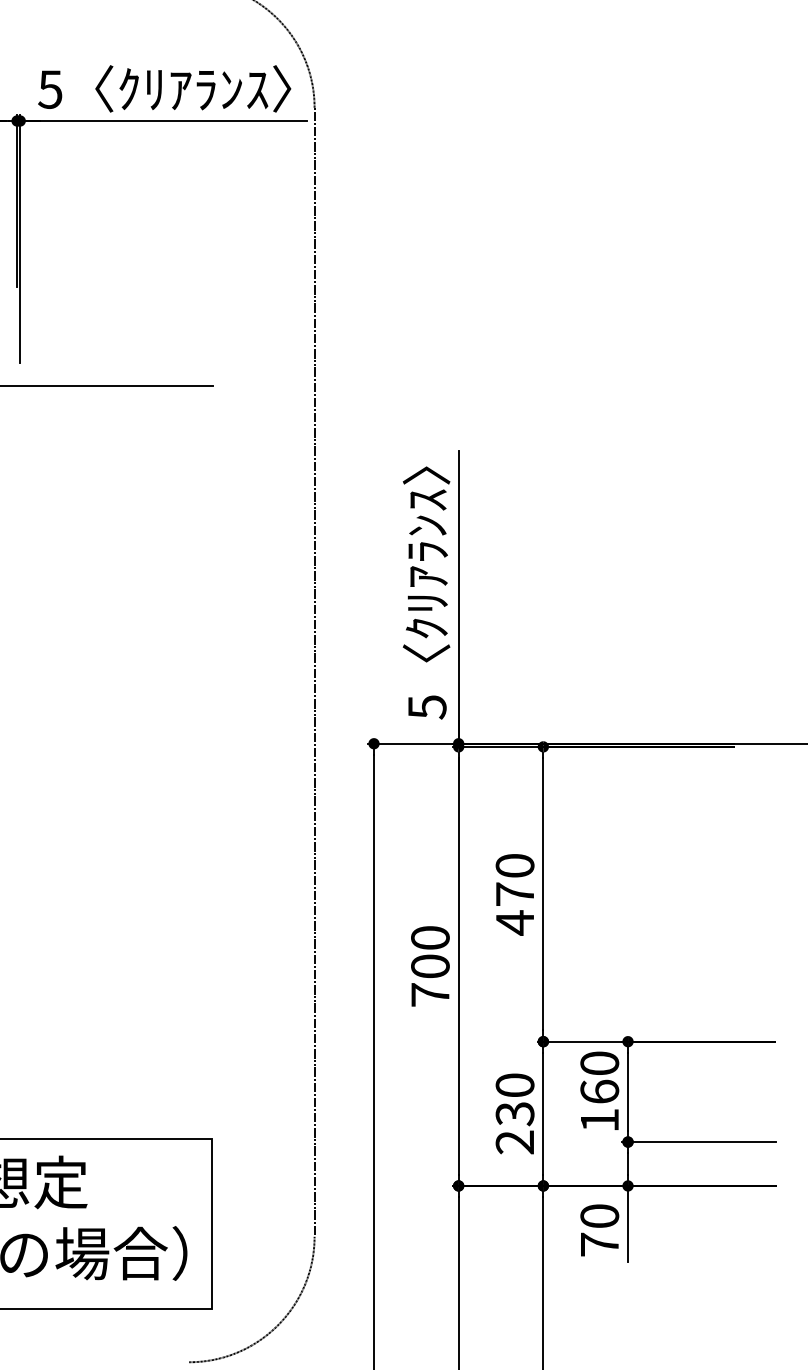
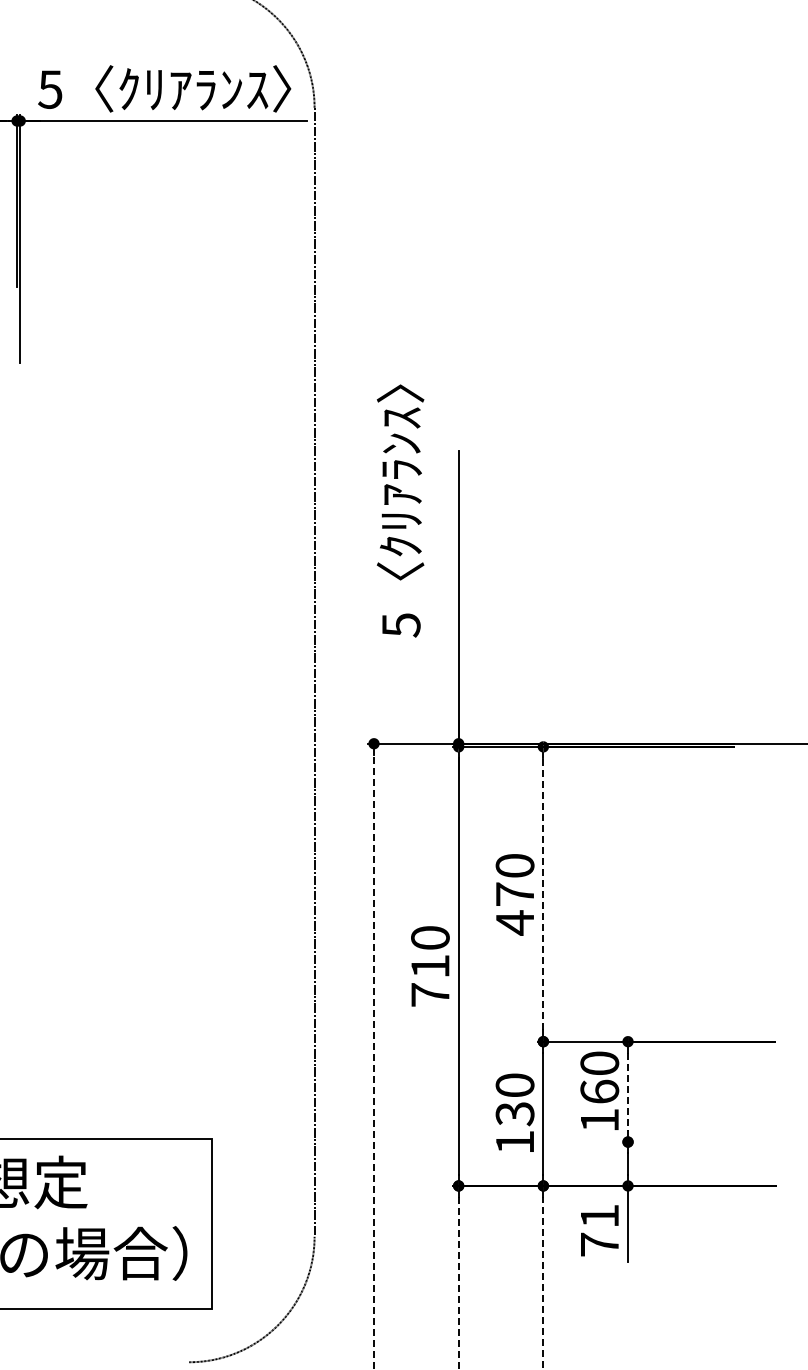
line at (107, 386): present -> none
text at (426, 592) position: (426, 592) -> (400, 510)
line at (543, 893): solid -> dashed
text at (430, 965): 700 -> 710
line at (374, 1062): solid -> dashed
line at (628, 1091): solid -> dashed
text at (514, 1142): 230 -> 130
line at (698, 1142): present -> none
text at (599, 1215): 70 -> 71
line at (458, 1283): solid -> dashed
line at (543, 1283): solid -> dashed
